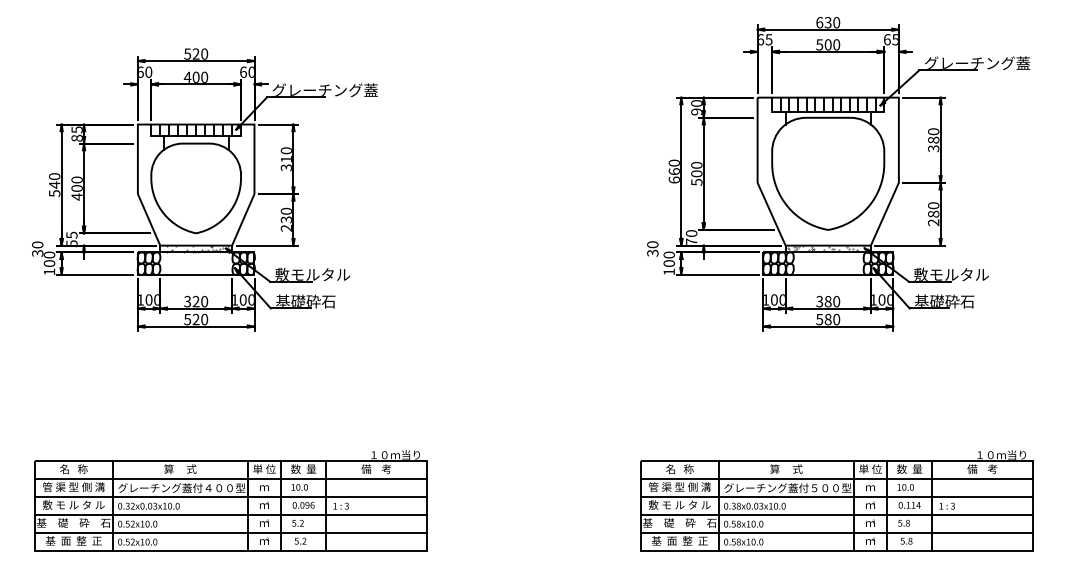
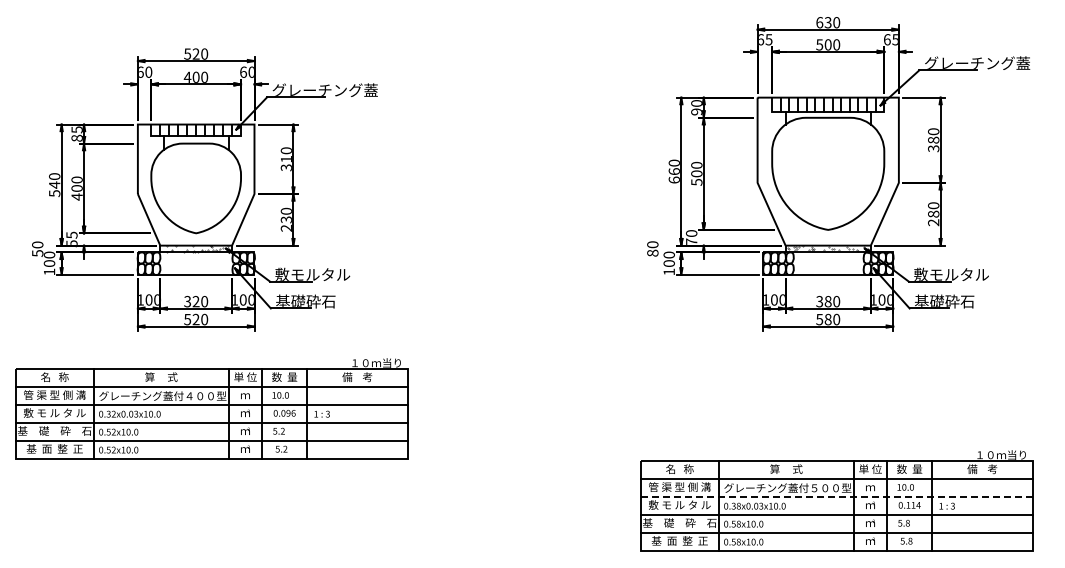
text at (652, 252): 30 -> 80
text at (37, 253): 30 -> 50
line at (837, 497): solid -> dashed
part at (230, 500) position: (230, 500) -> (211, 408)
